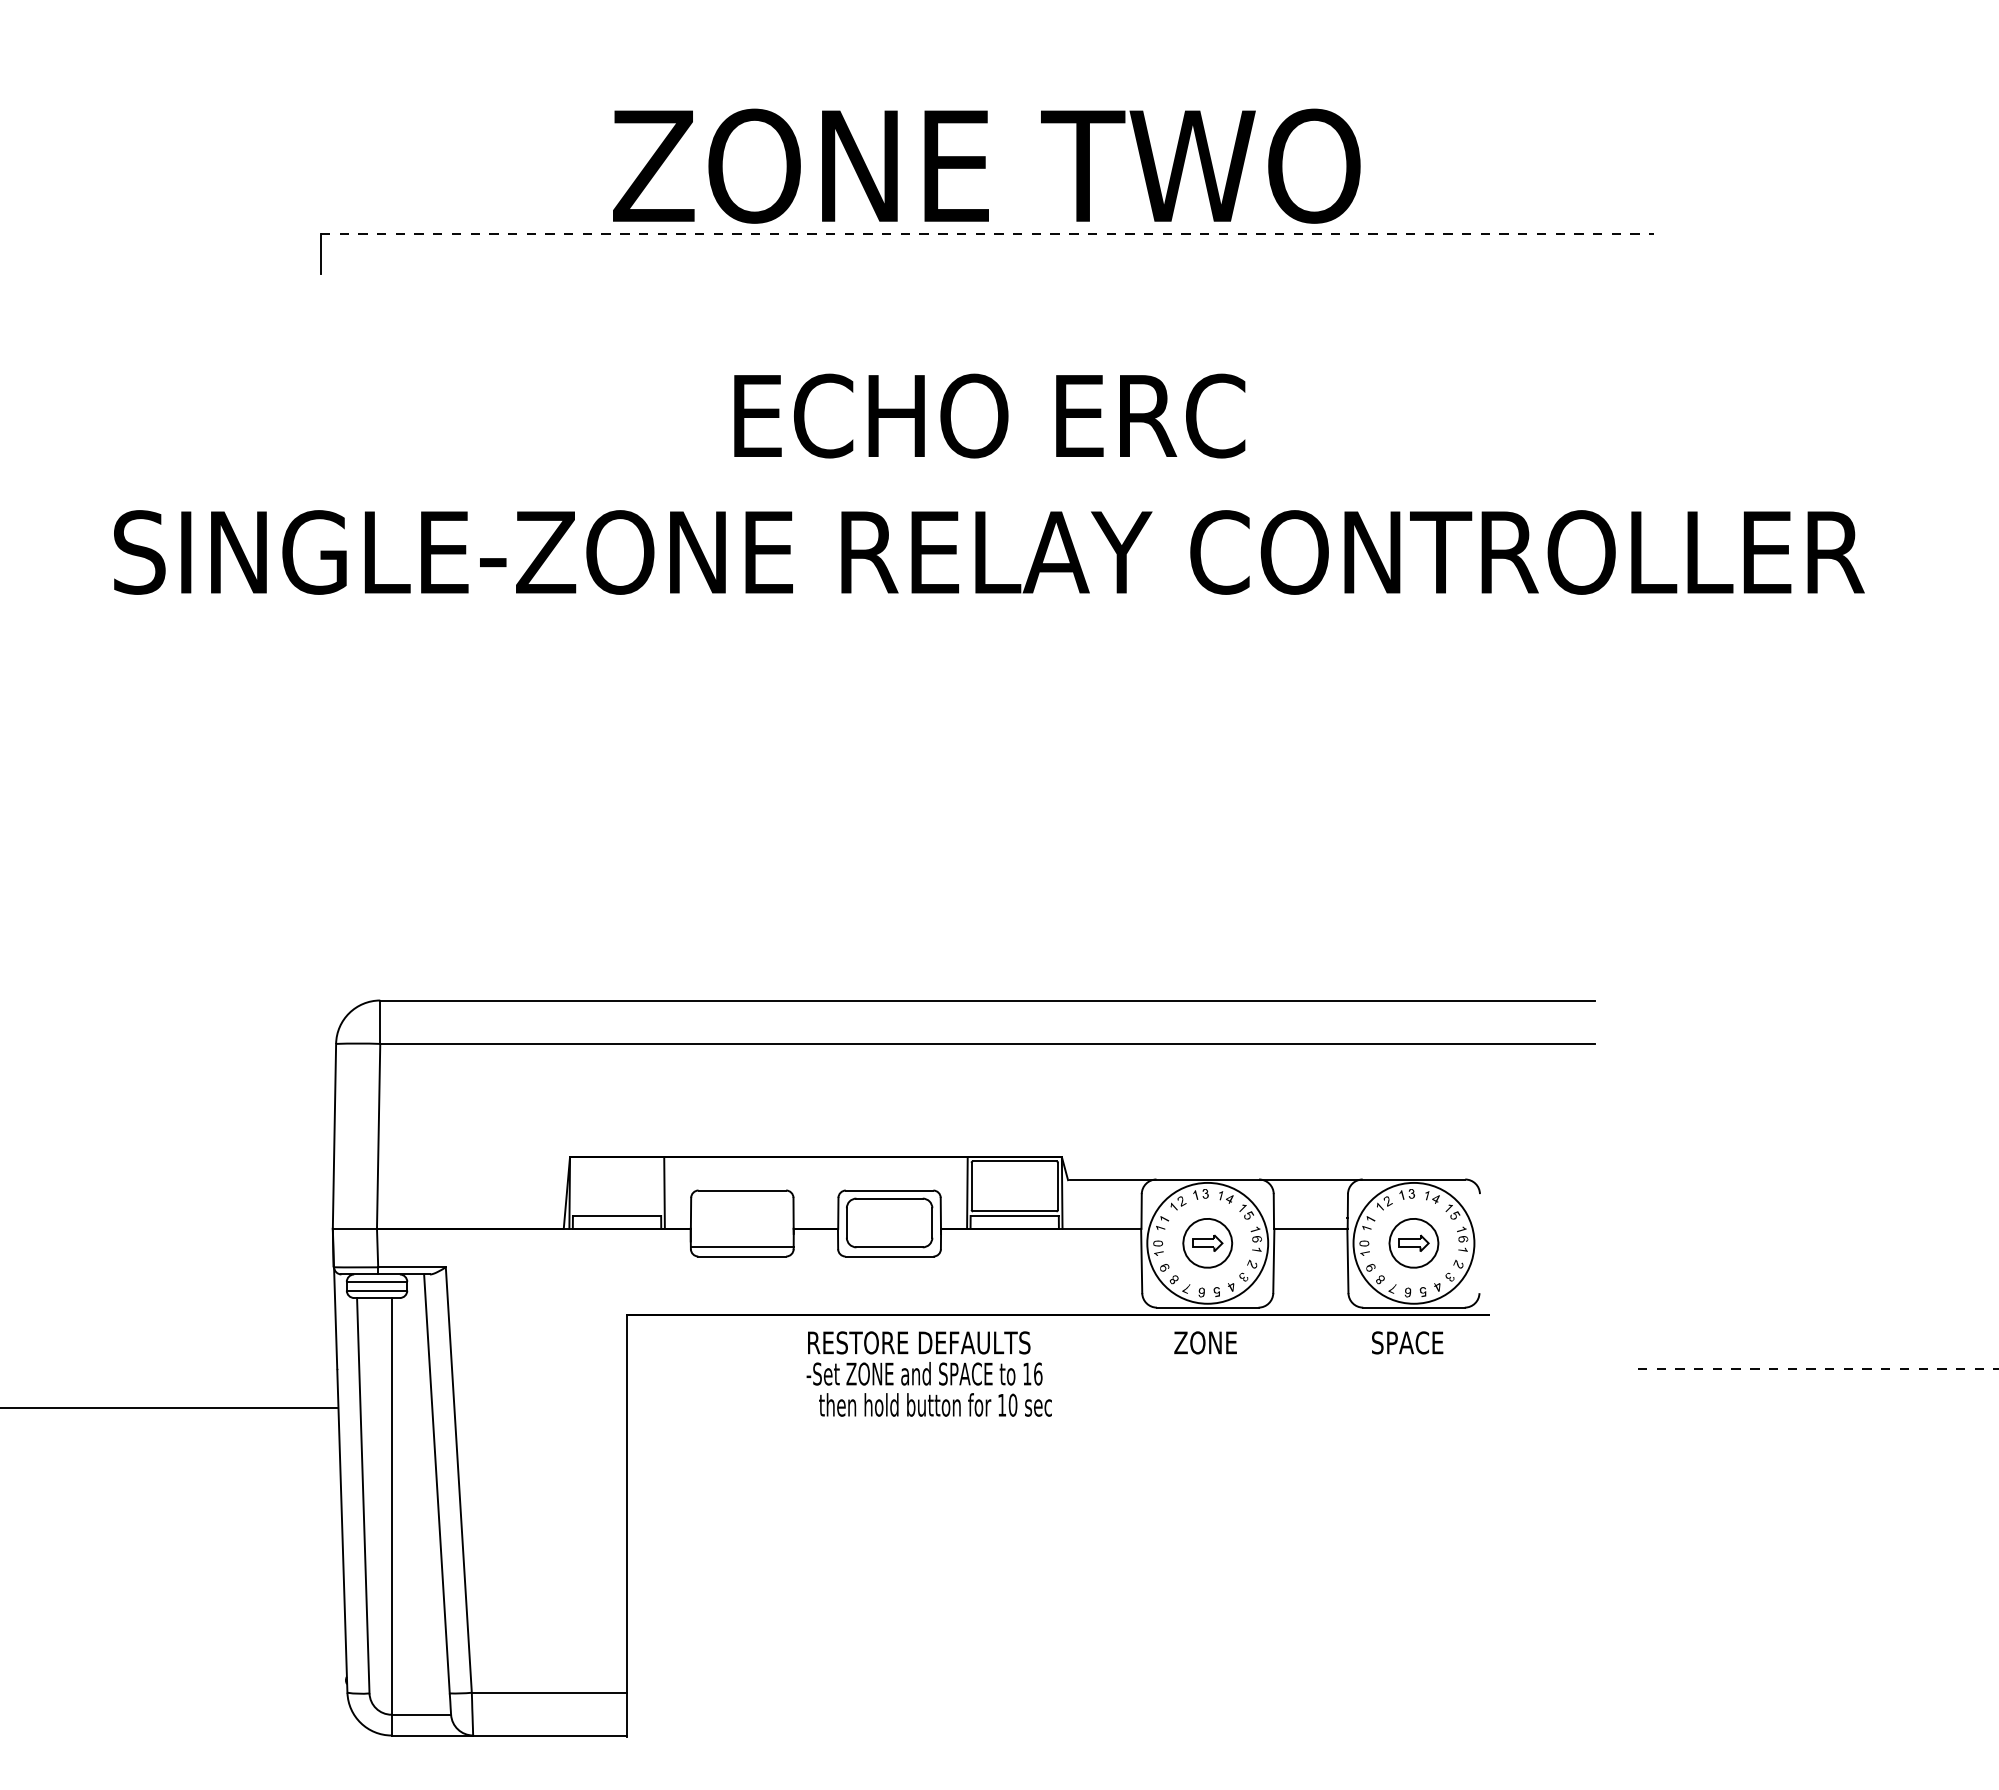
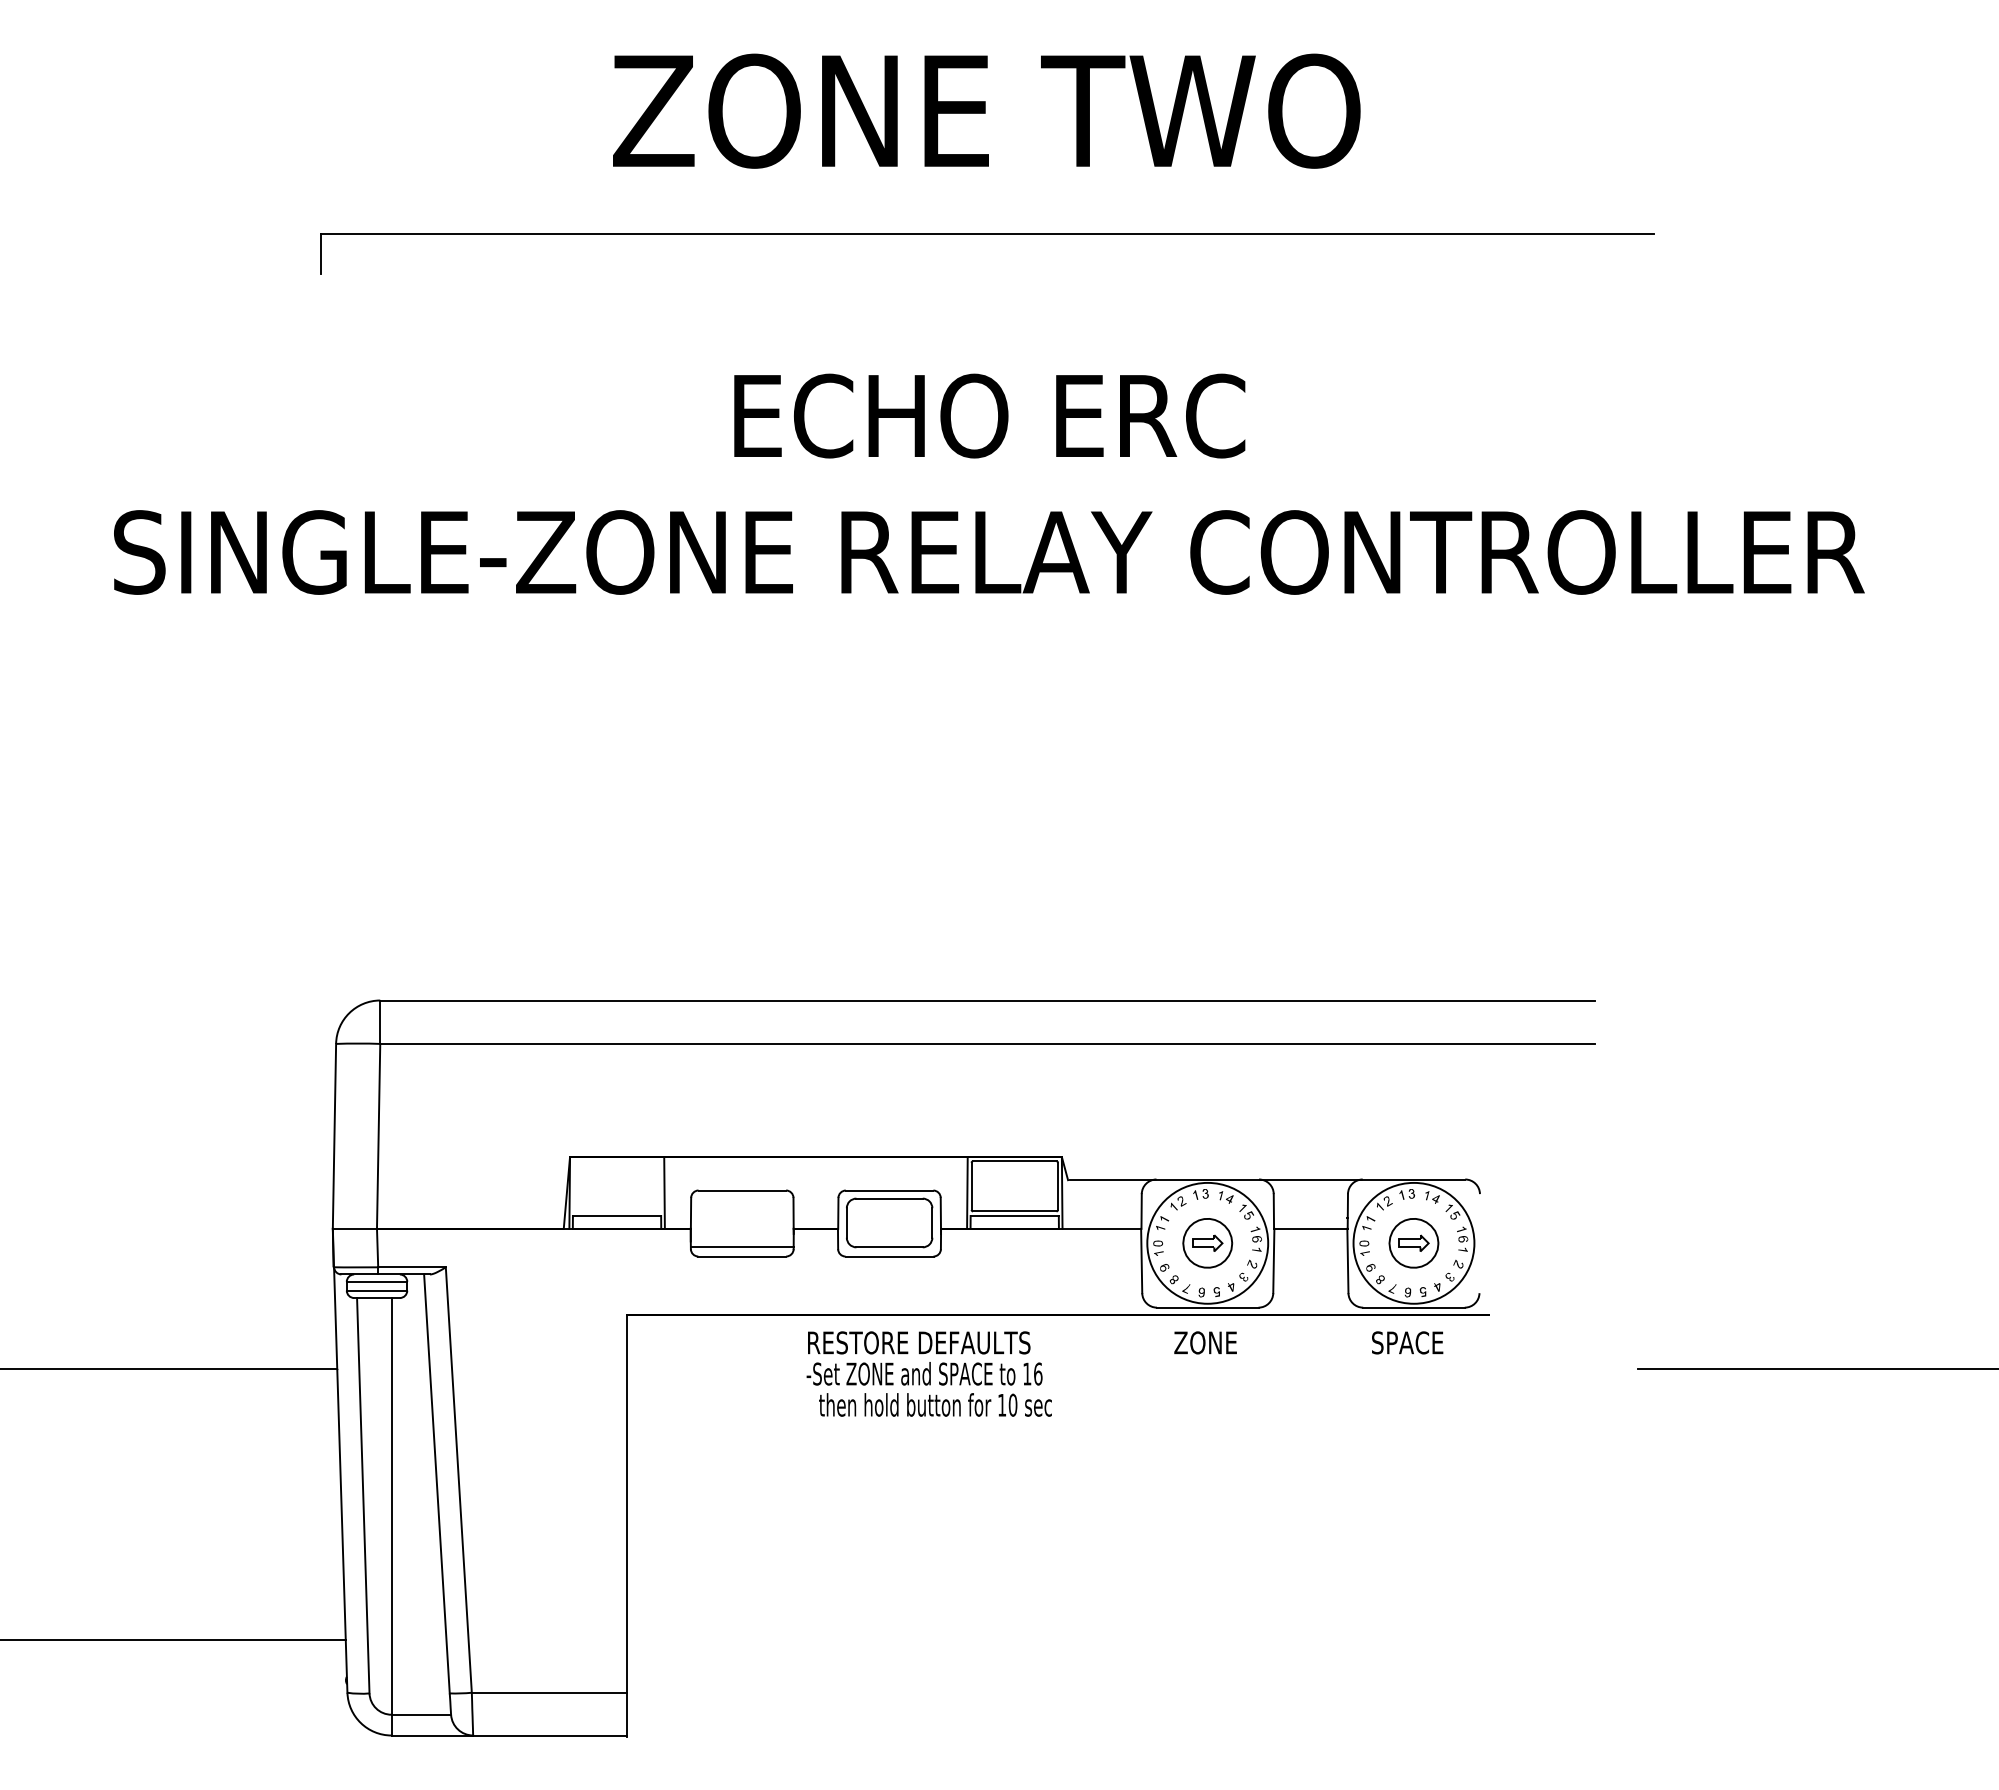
text at (986, 165) position: (986, 165) -> (986, 110)
line at (987, 233): dashed -> solid
line at (1818, 1368): dashed -> solid
line at (169, 1407) position: (169, 1407) -> (169, 1368)
line at (173, 1639): none -> present
